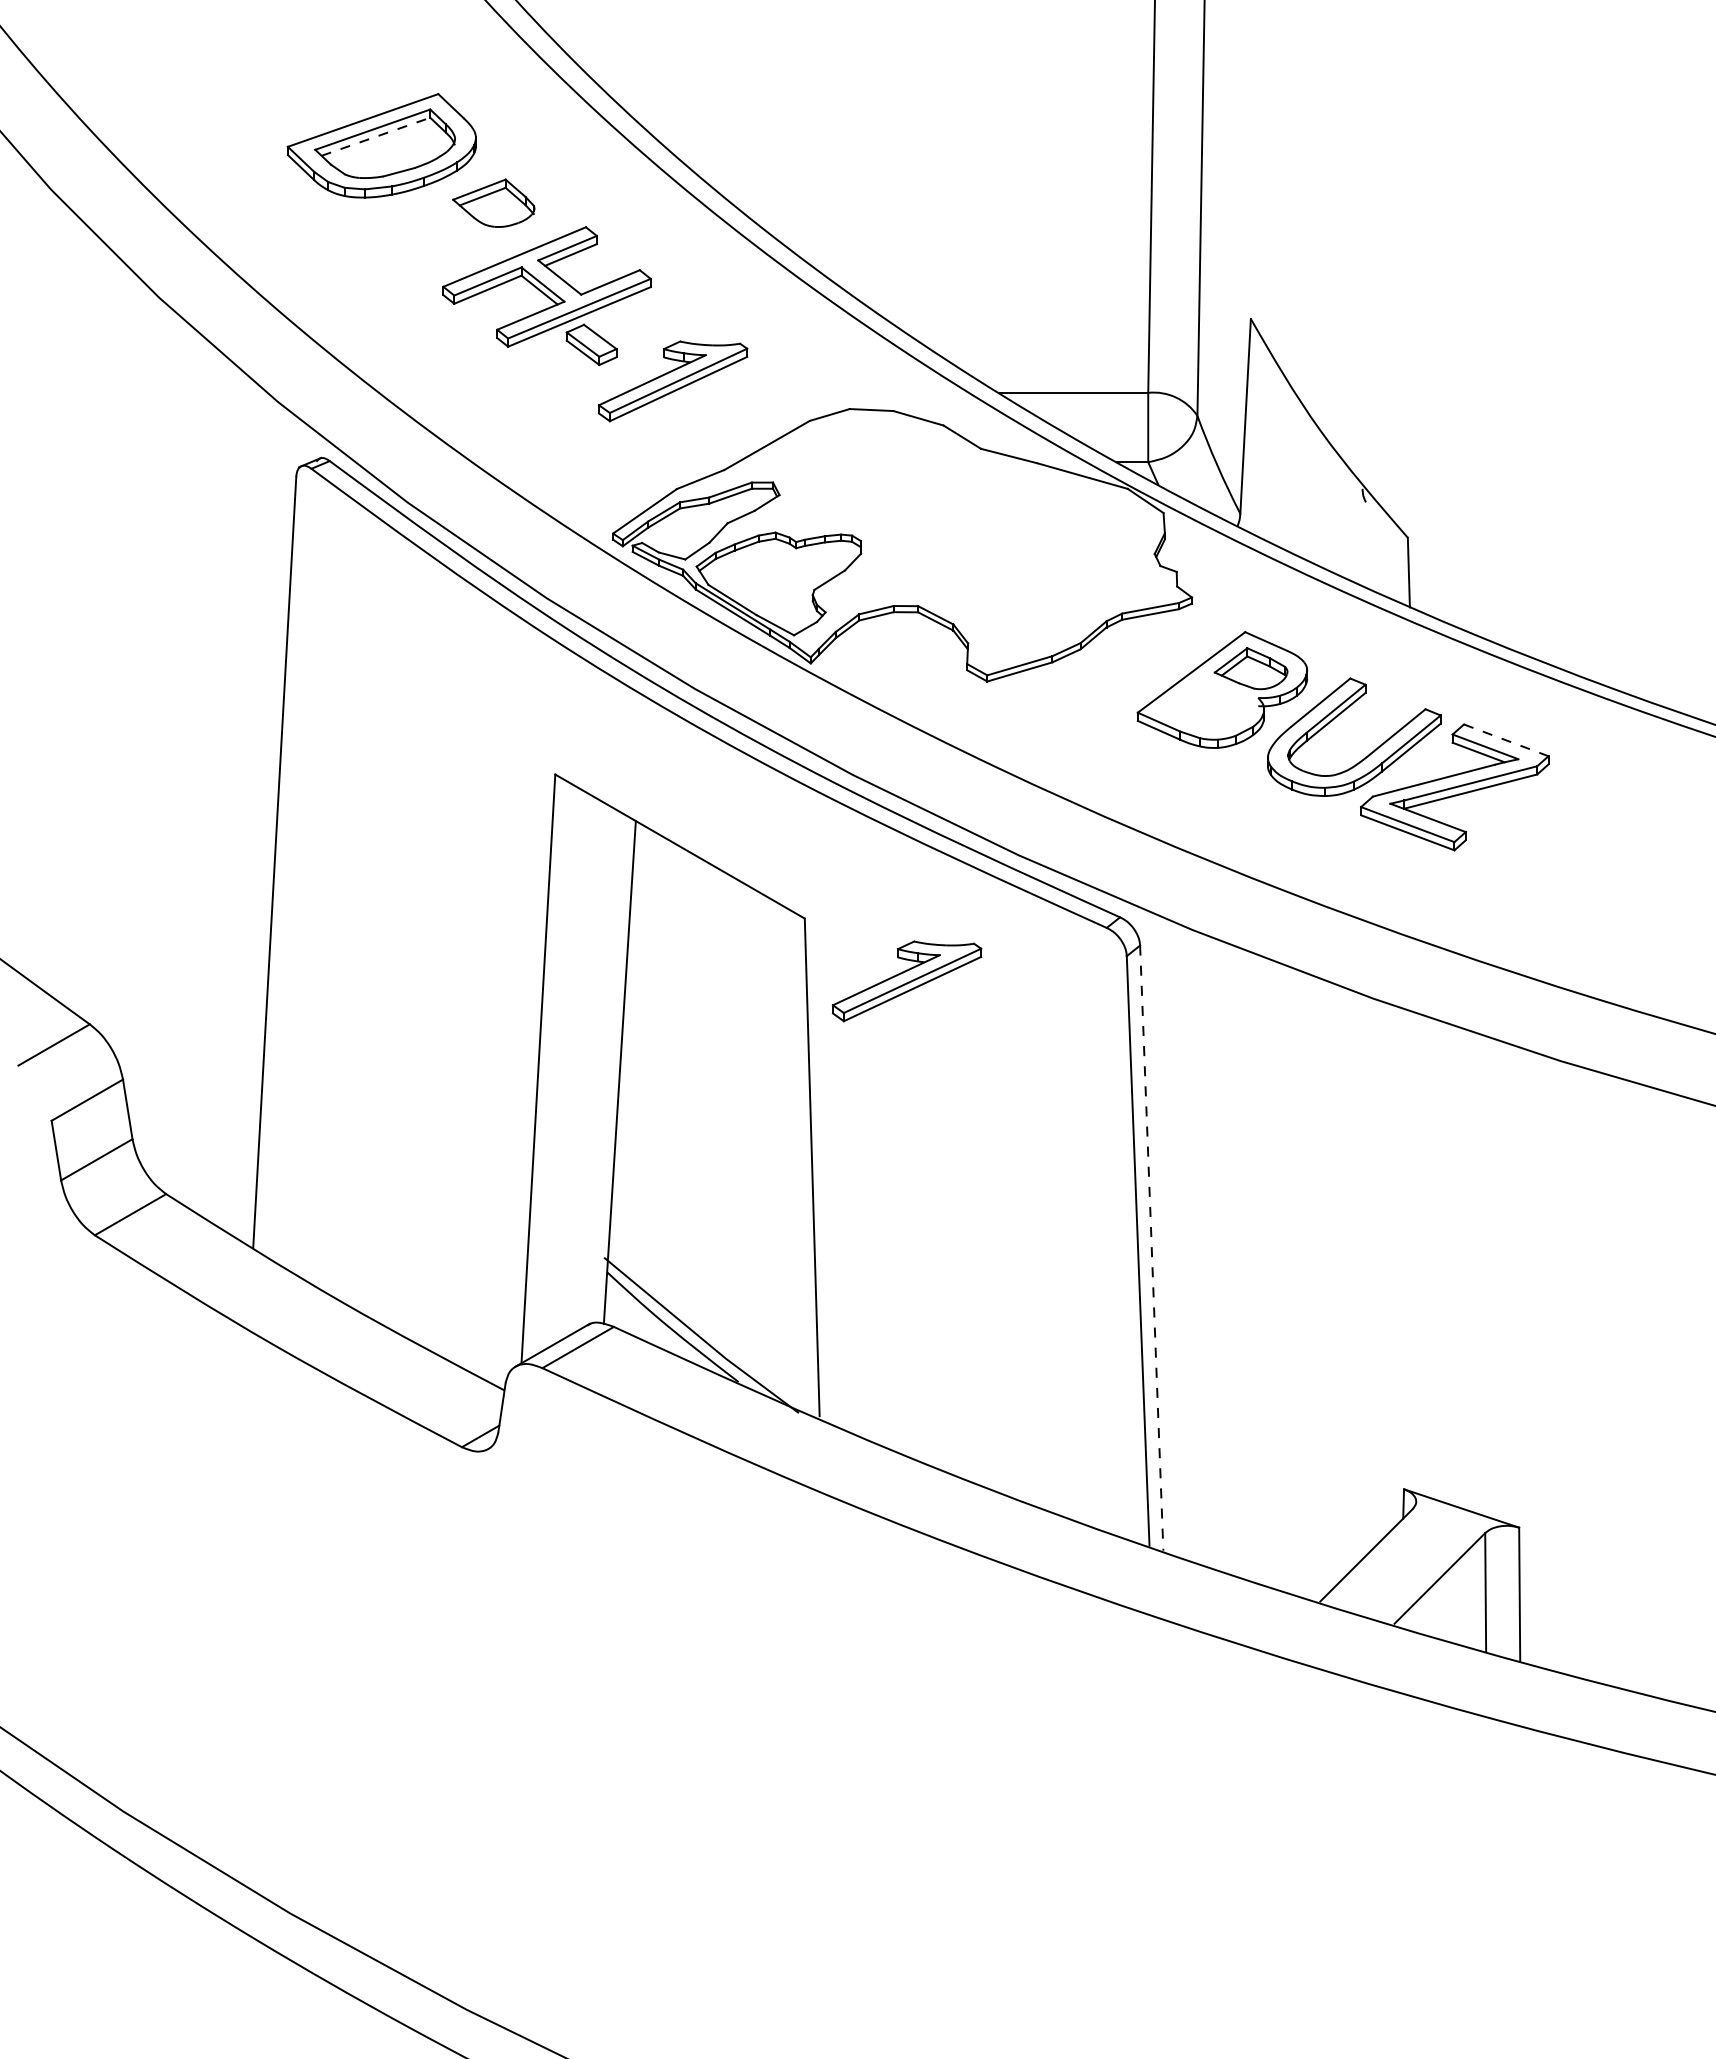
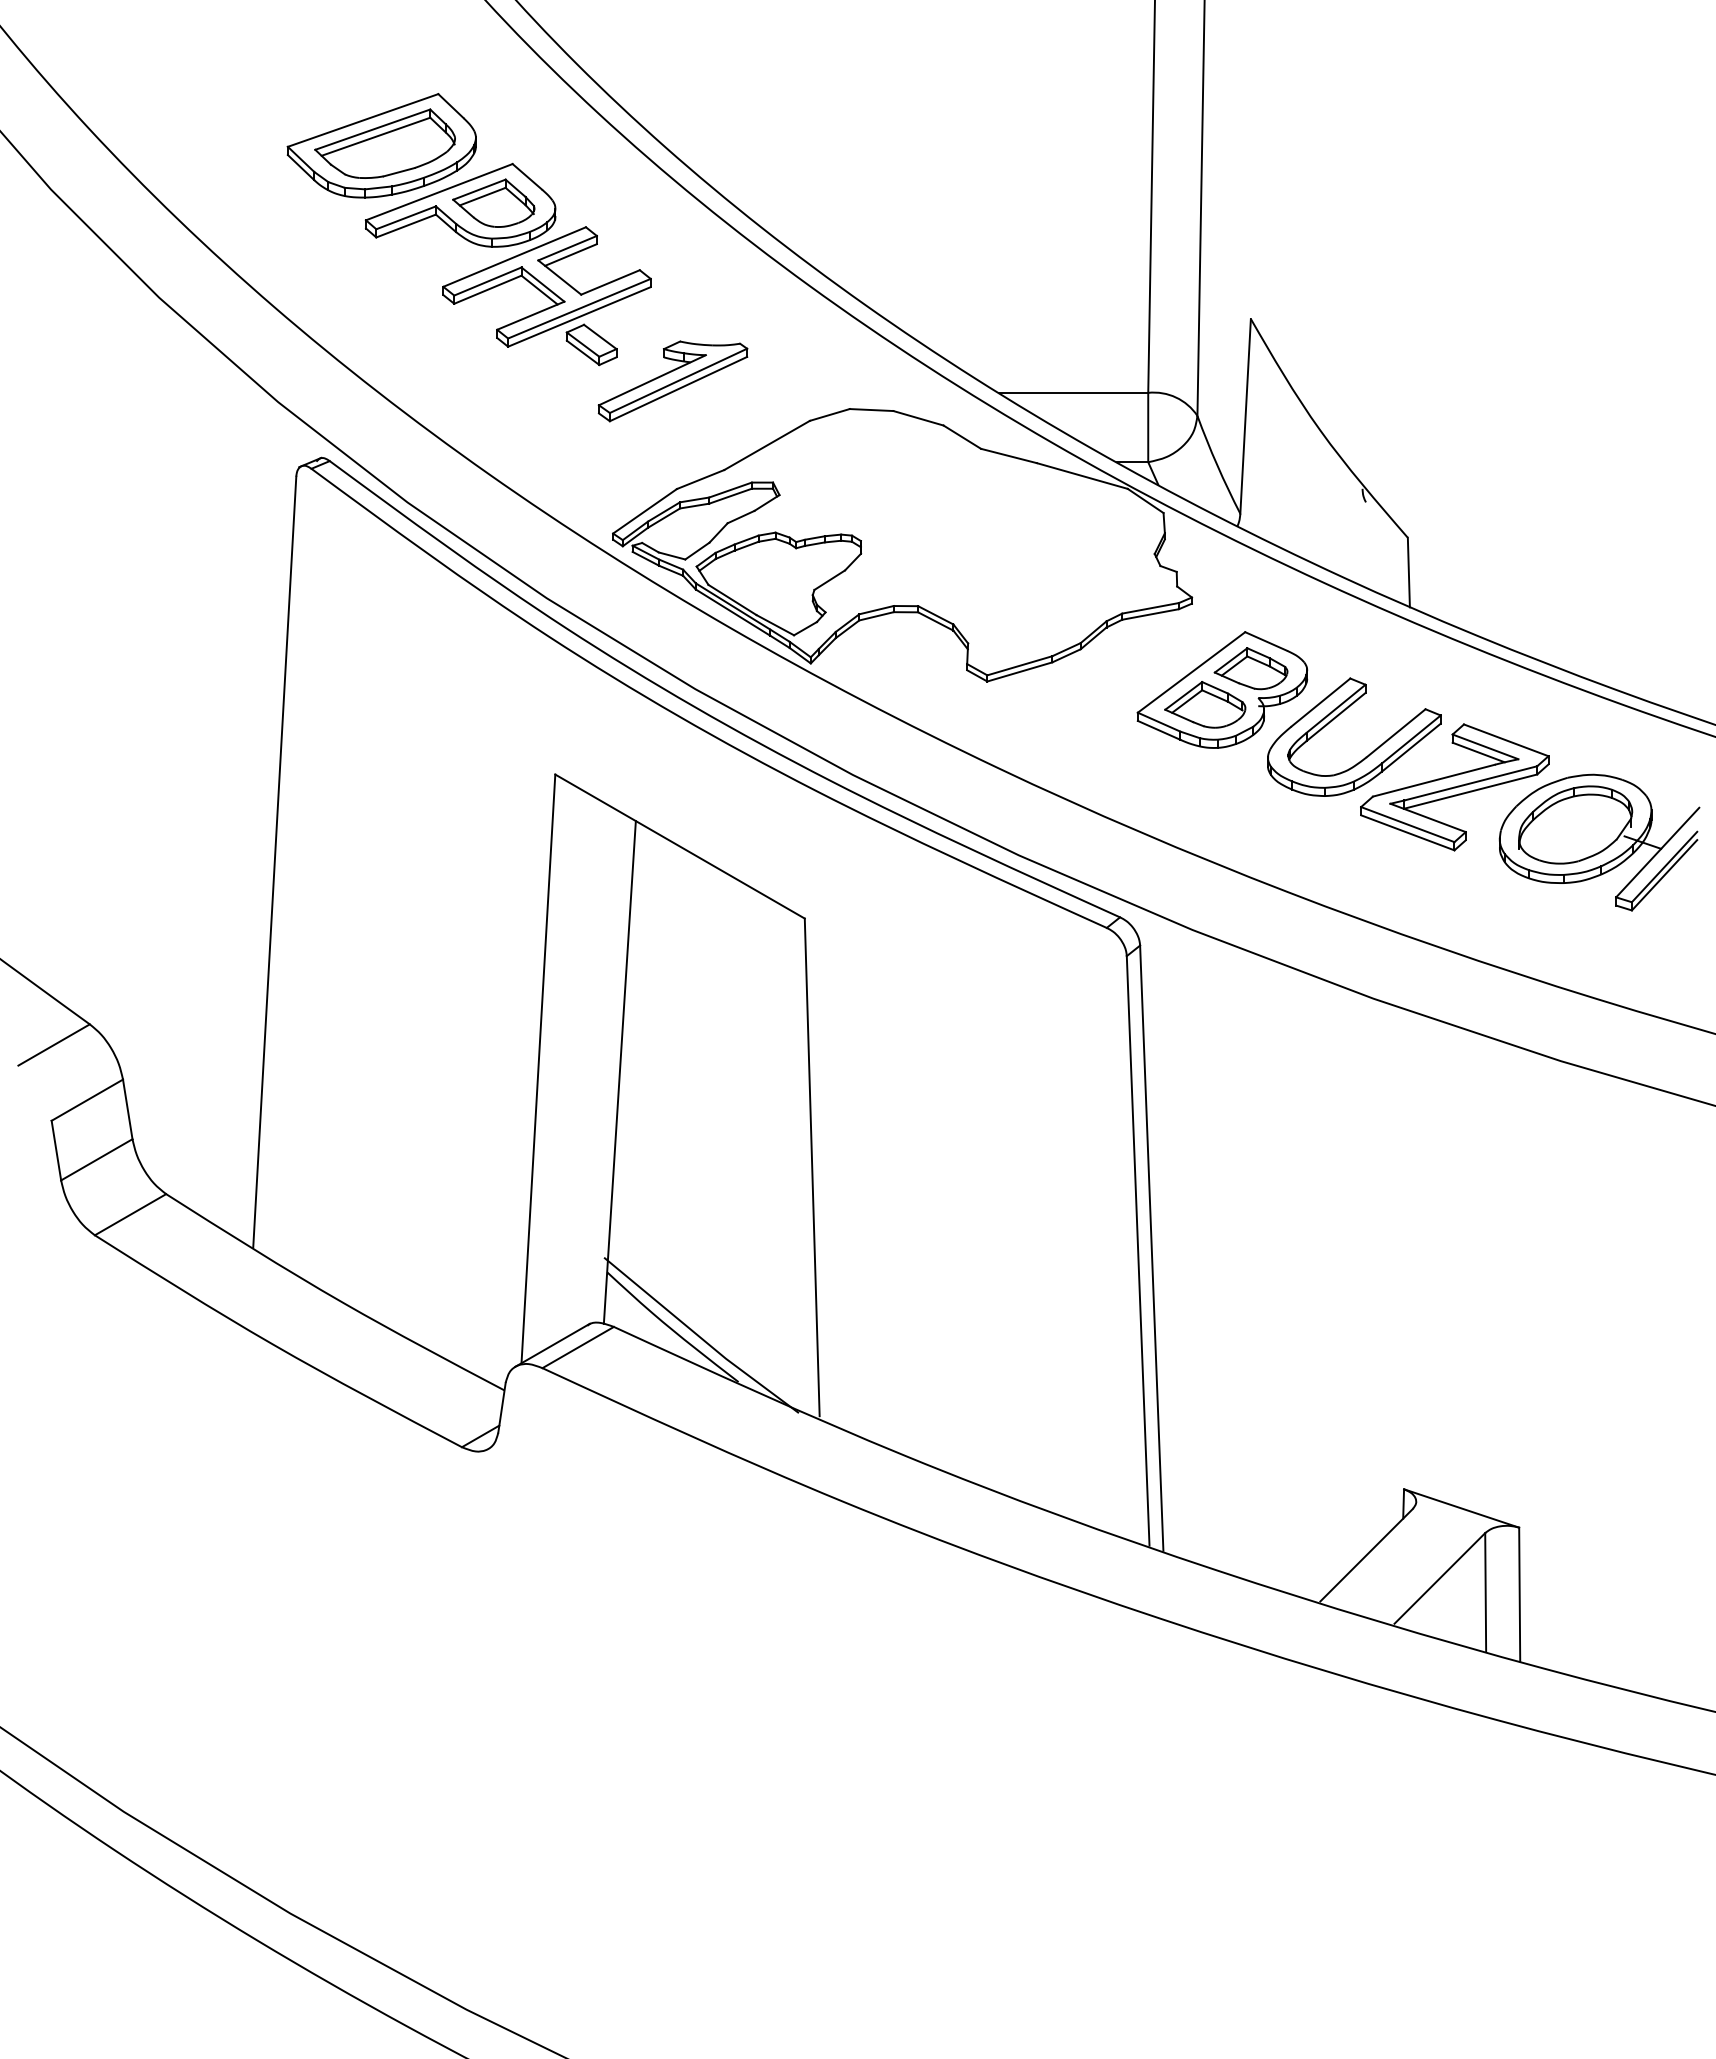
line at (375, 136): dashed -> solid
part at (460, 204): none -> present
part at (1205, 704): none -> present
line at (1506, 740): dashed -> solid
part at (1599, 842): none -> present
part at (906, 981): present -> none
line at (1151, 1248): dashed -> solid
